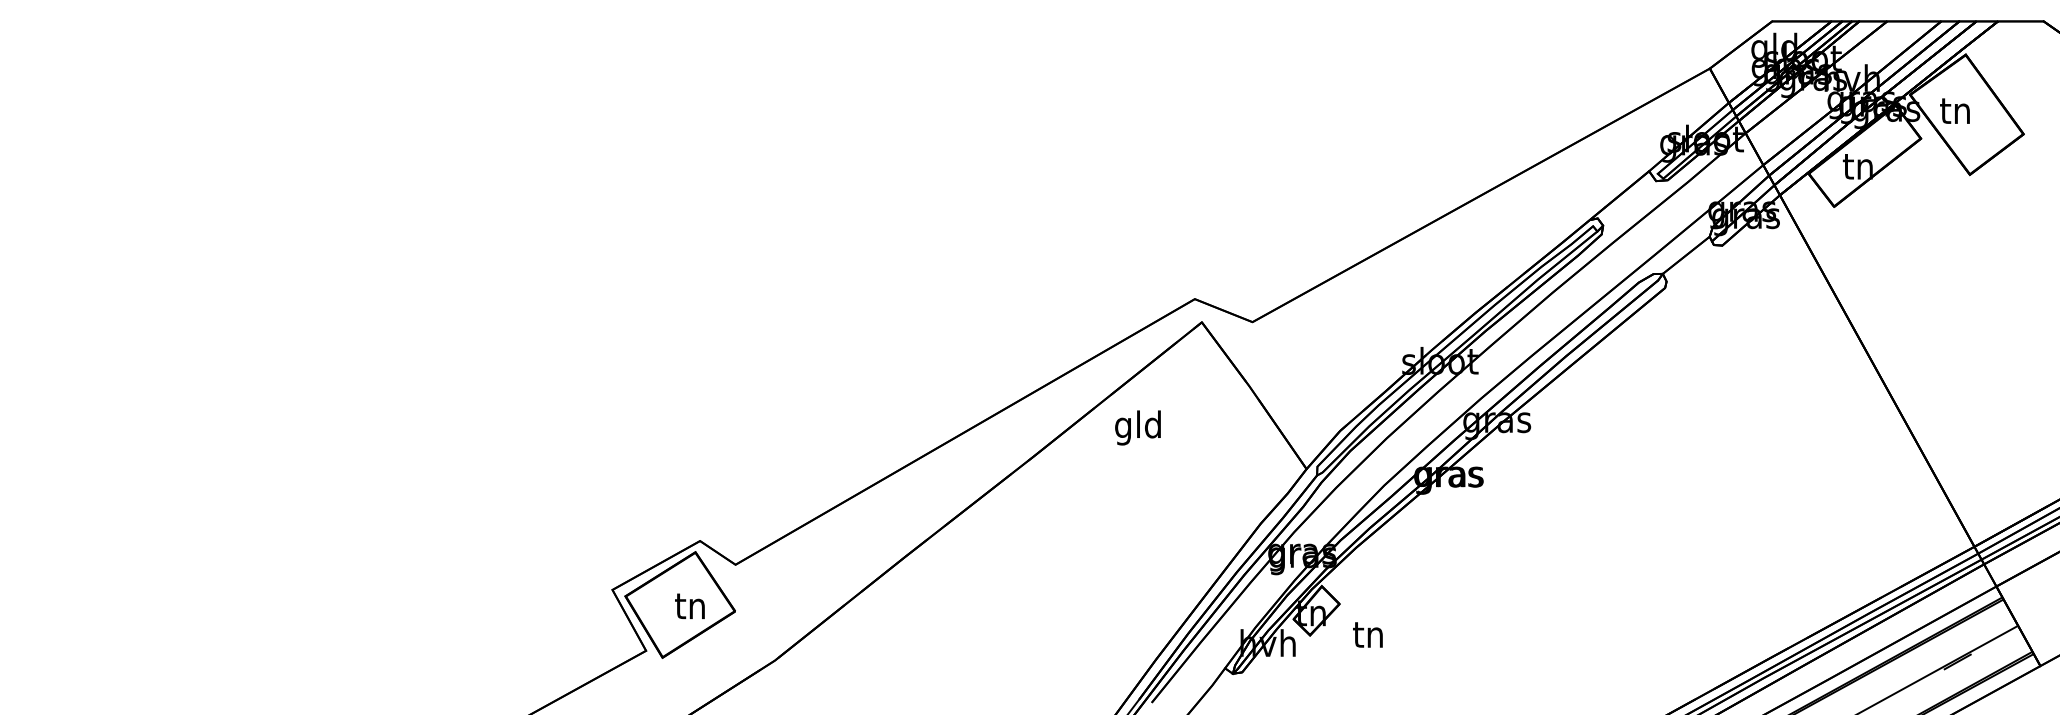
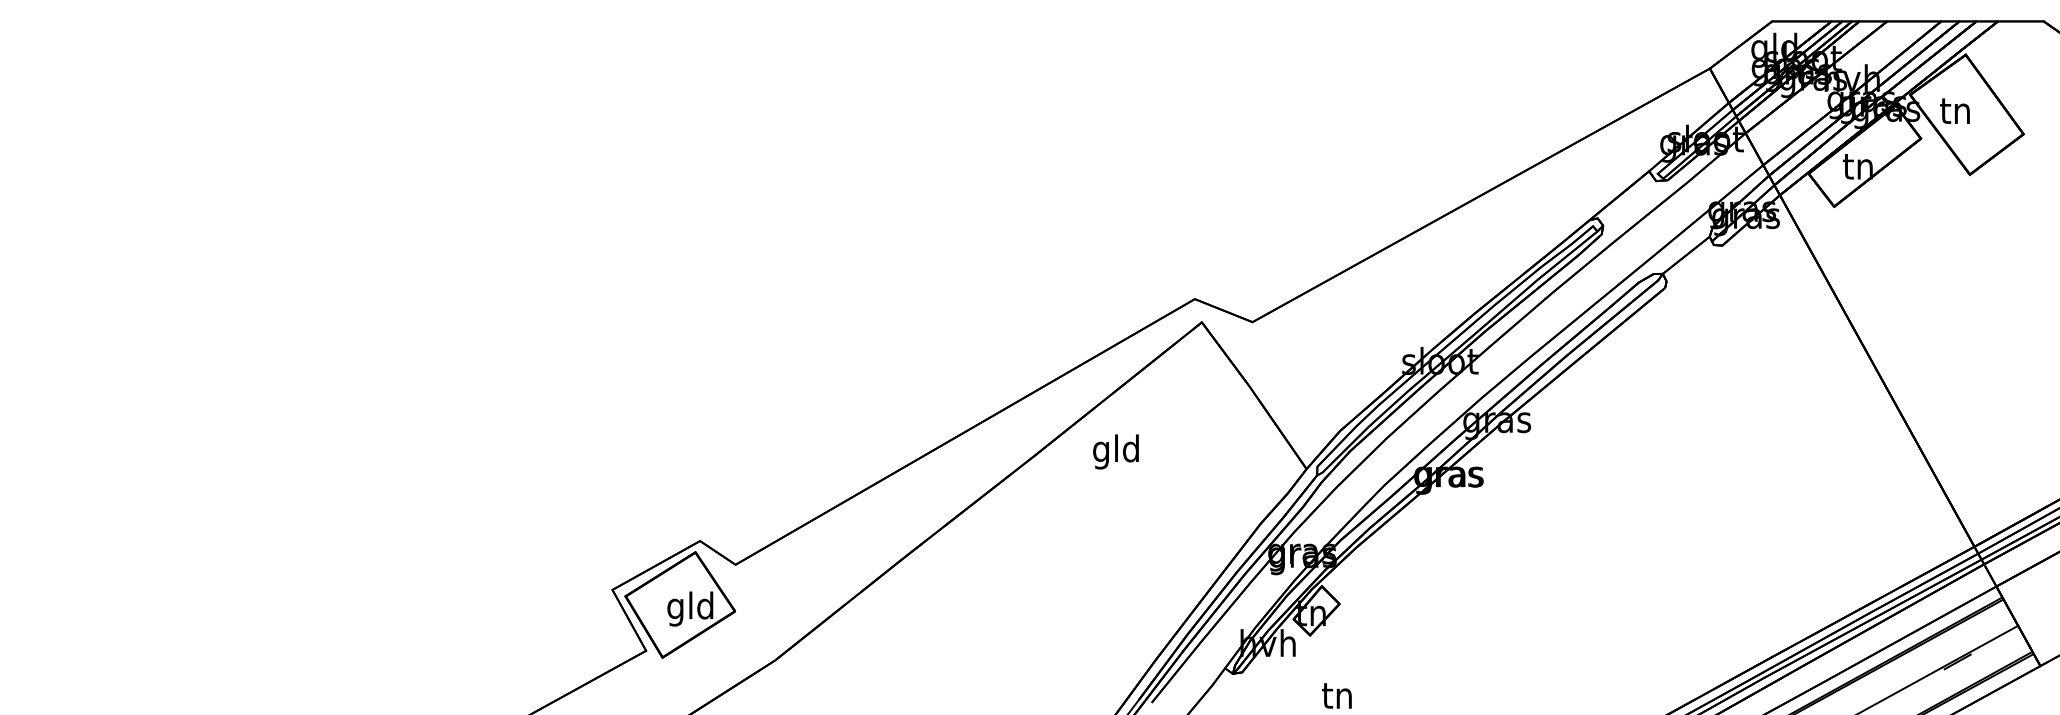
text at (1137, 427) position: (1137, 427) -> (1115, 451)
text at (690, 608): tn -> gld
text at (1367, 634) position: (1367, 634) -> (1336, 695)
